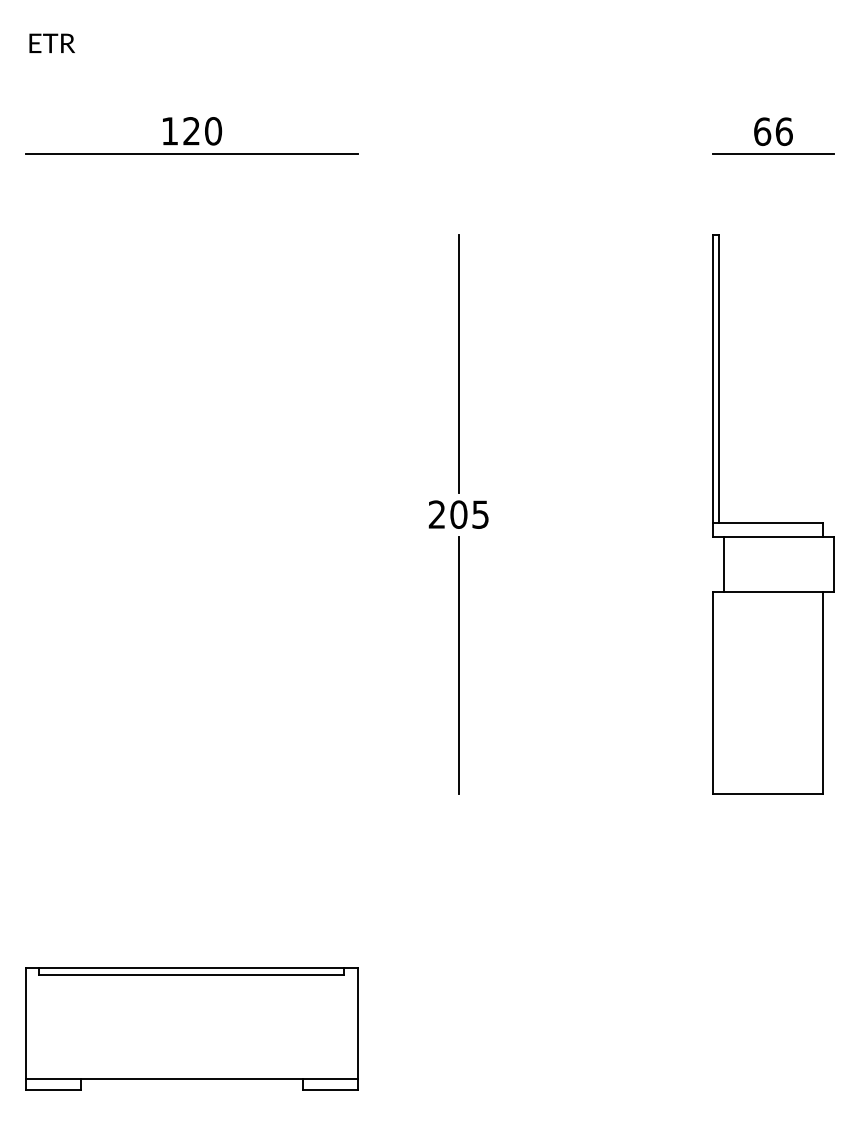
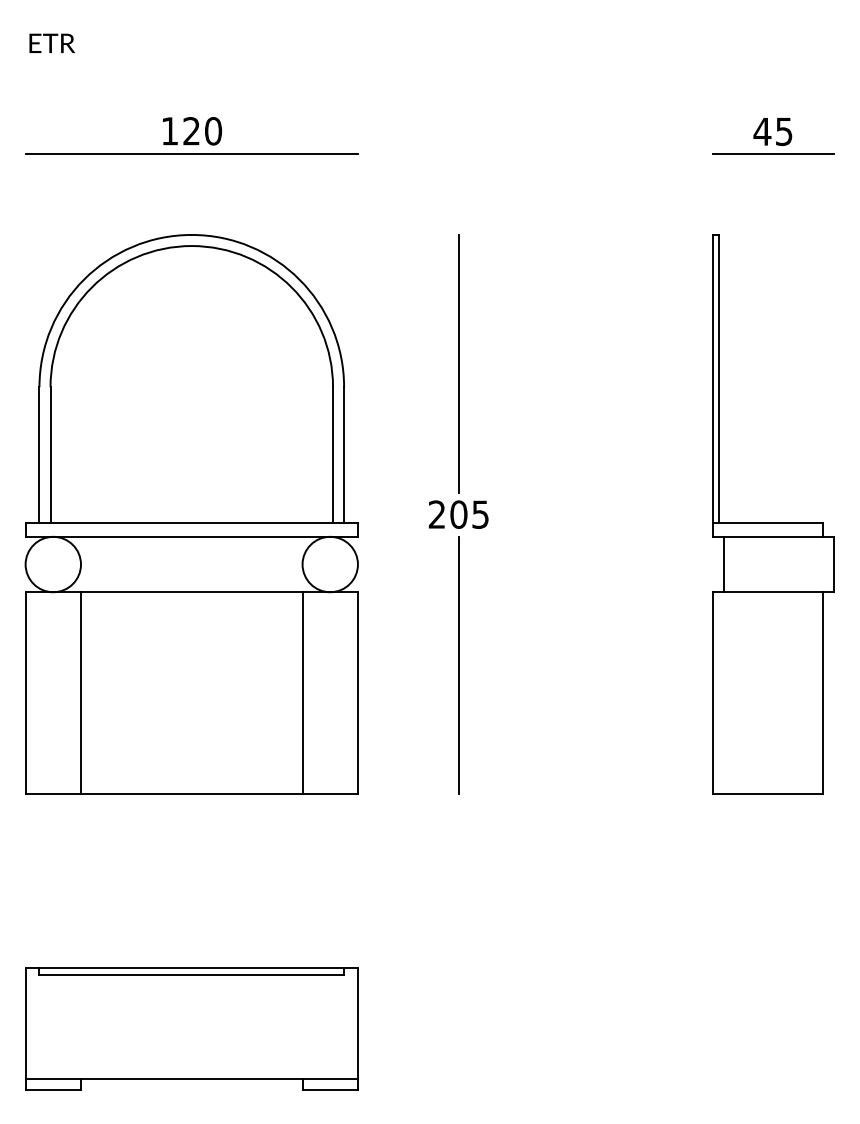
text at (772, 131): 66 -> 45
part at (191, 514): none -> present
